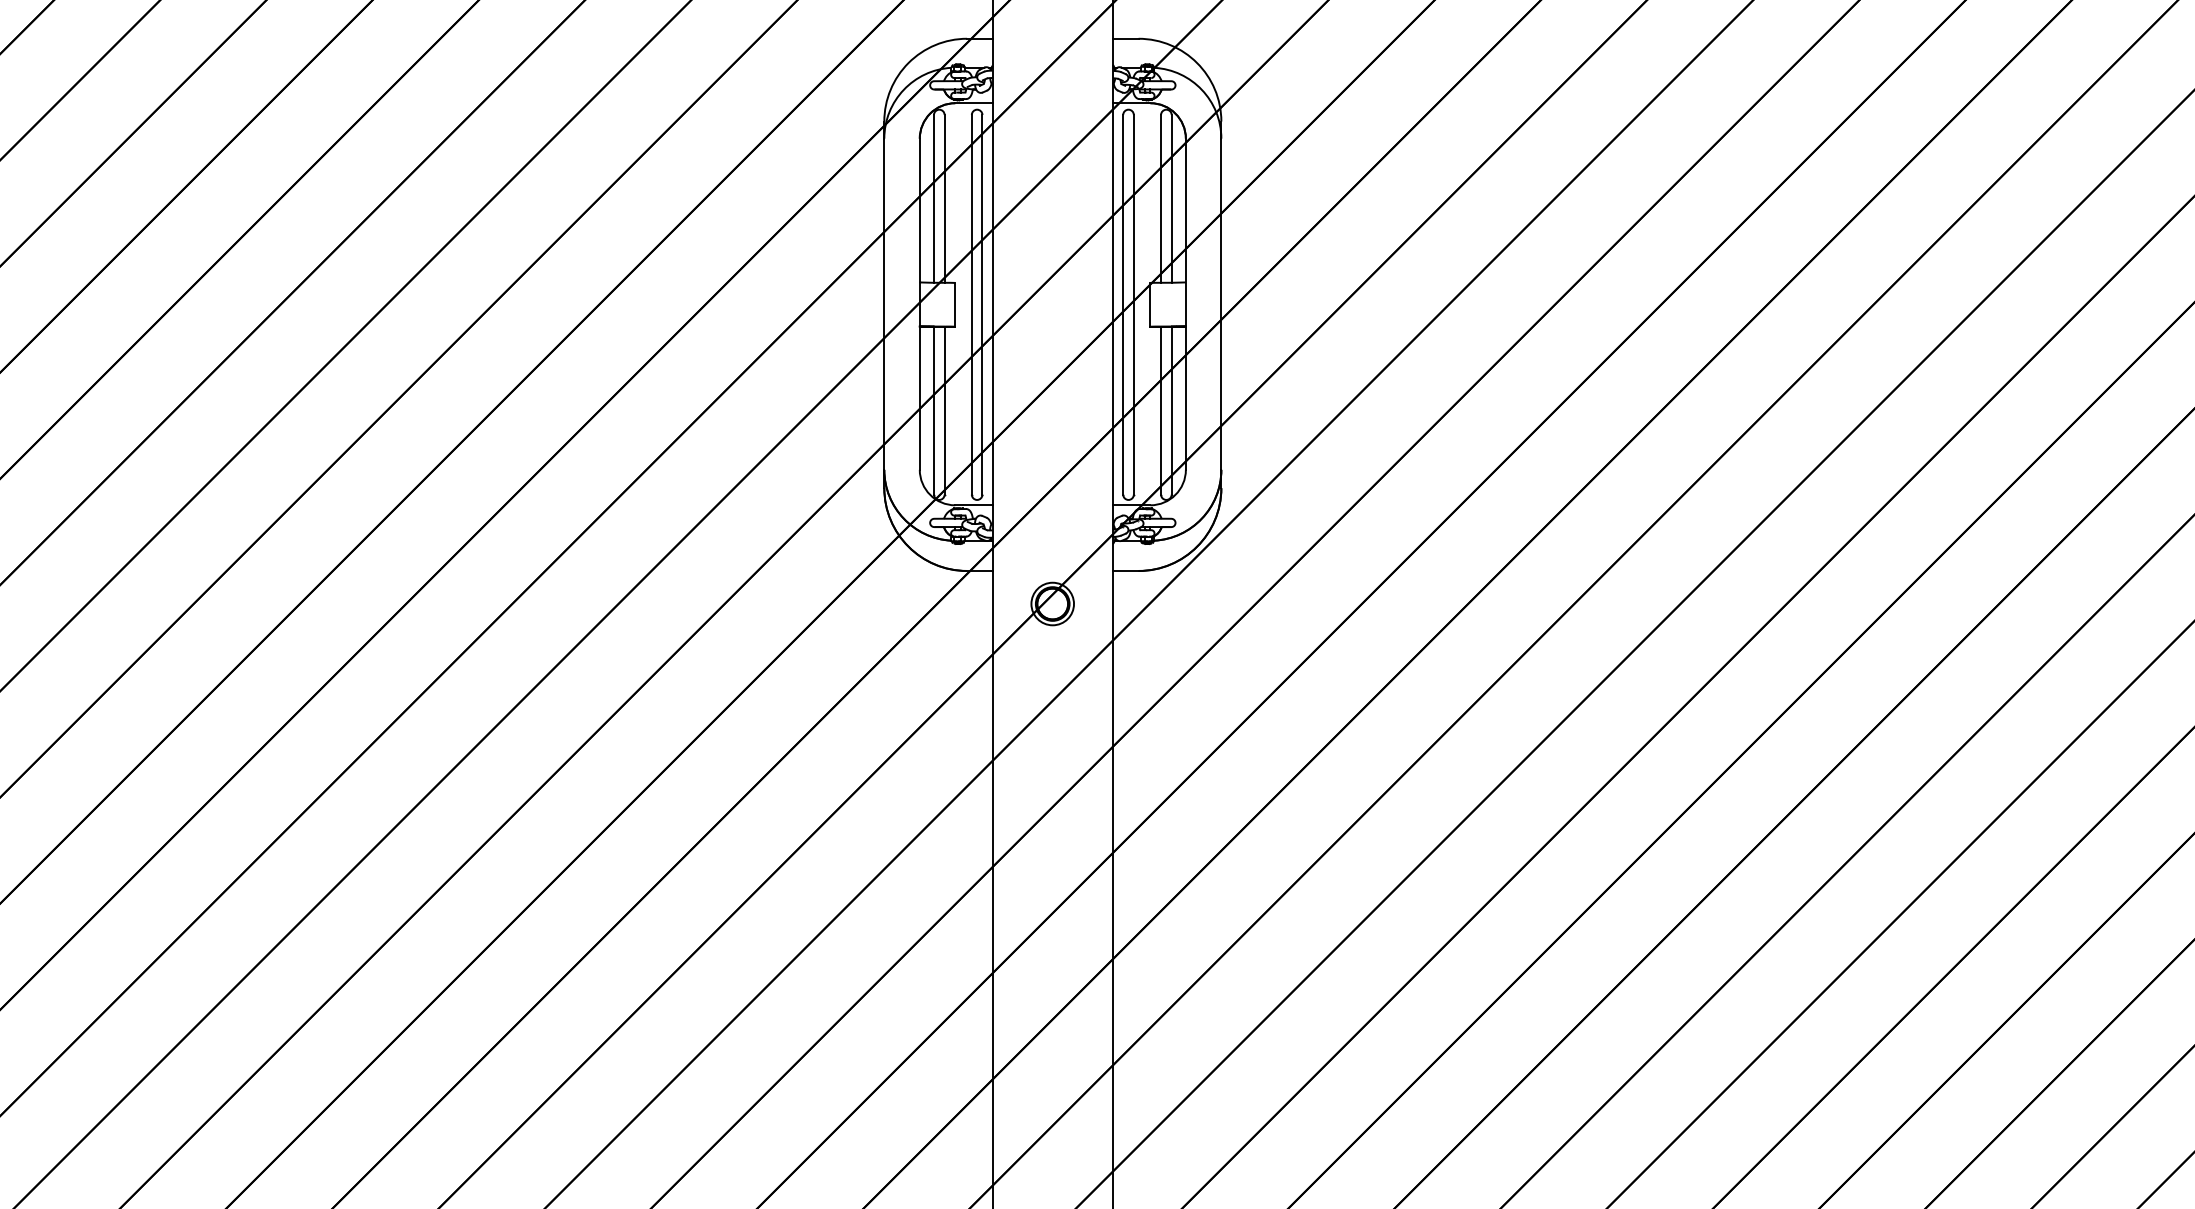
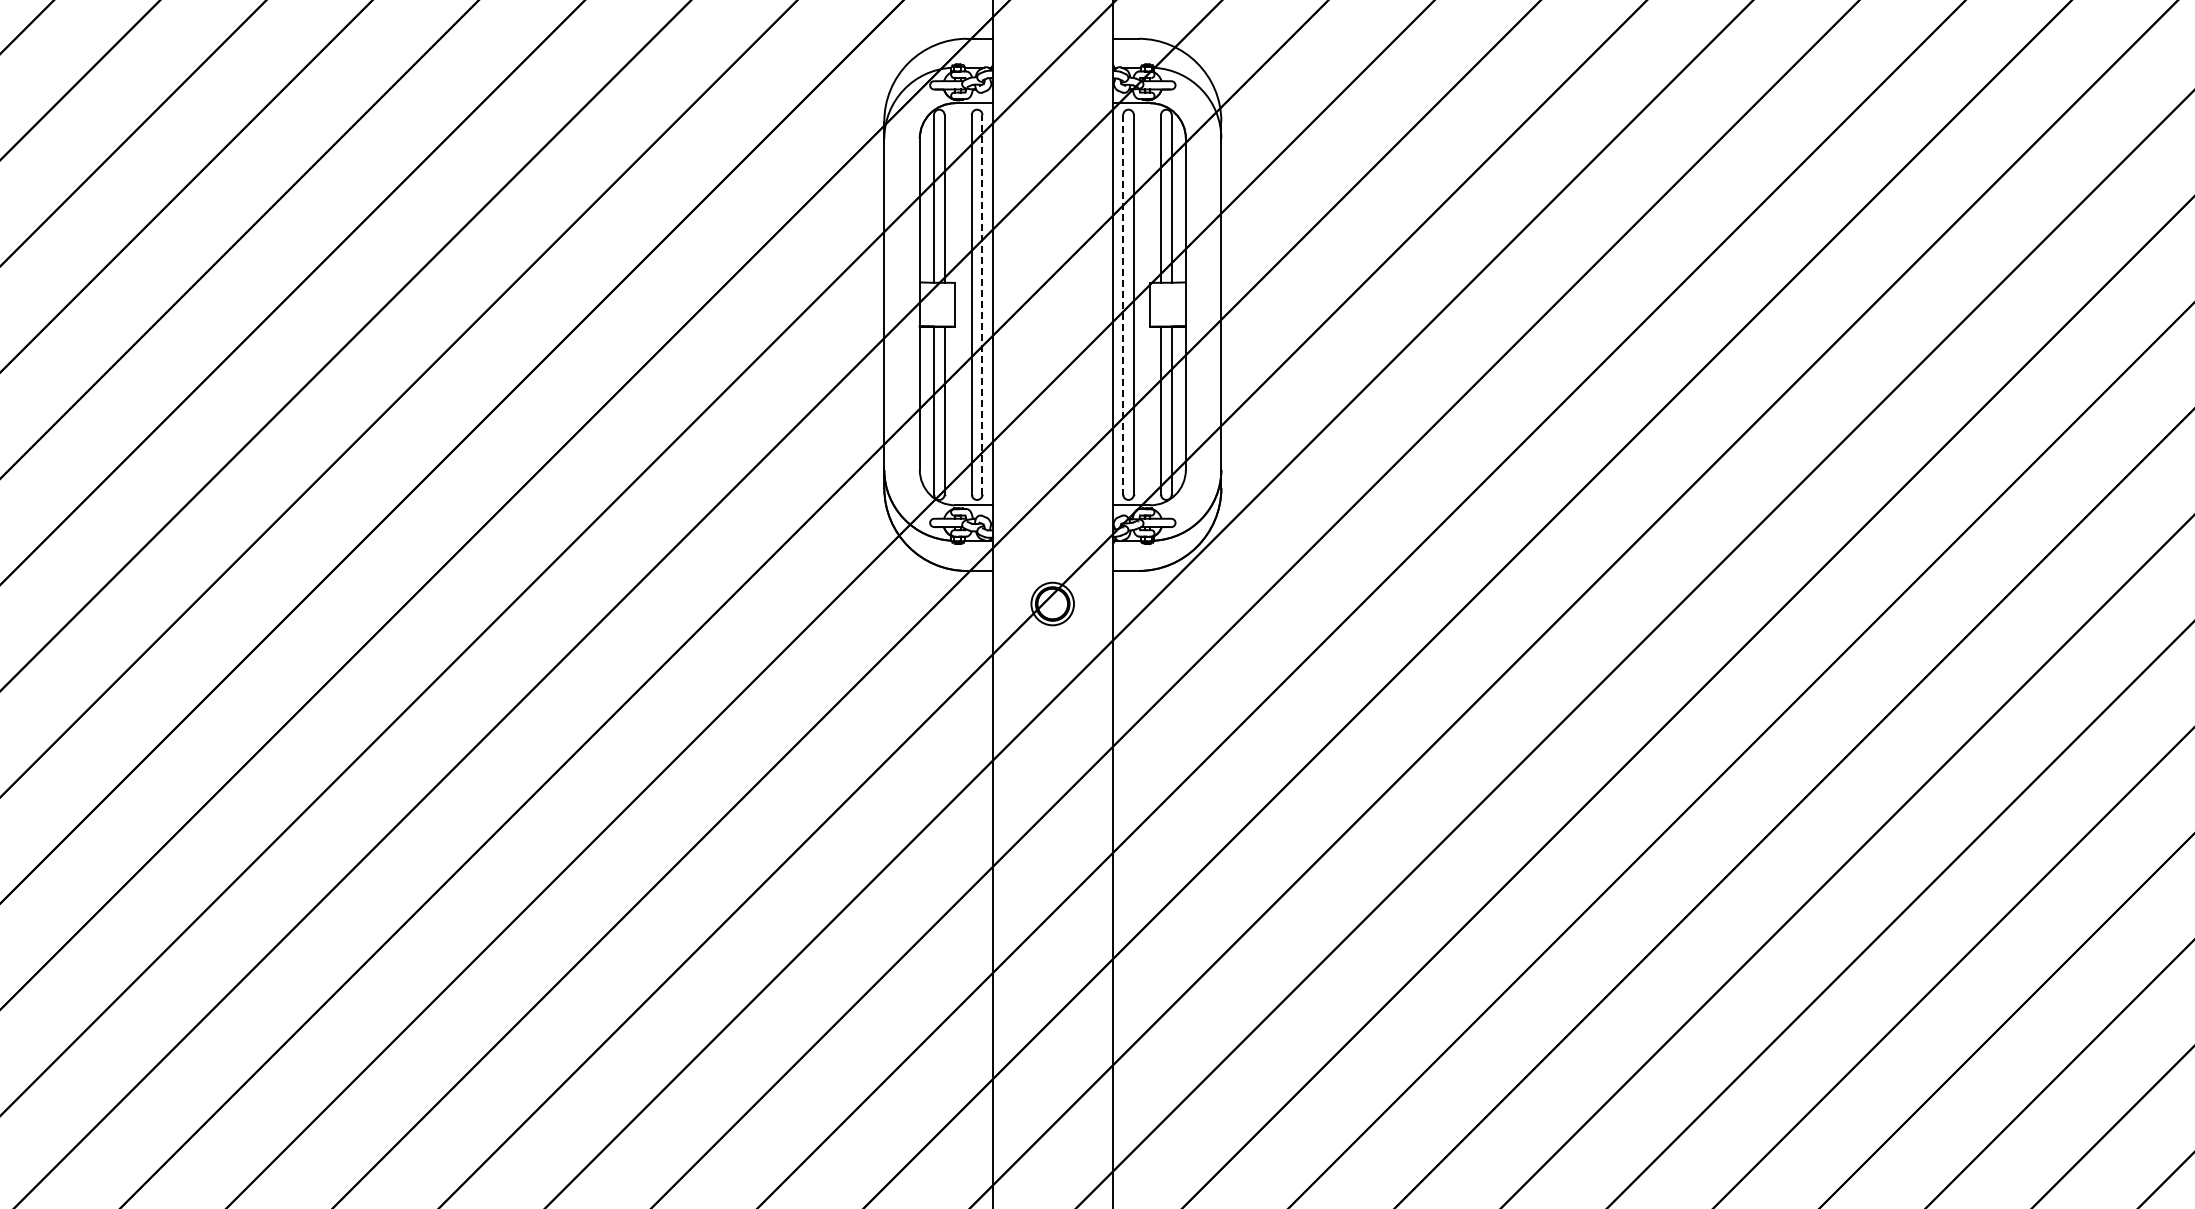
line at (982, 304): solid -> dashed
line at (1123, 304): solid -> dashed
